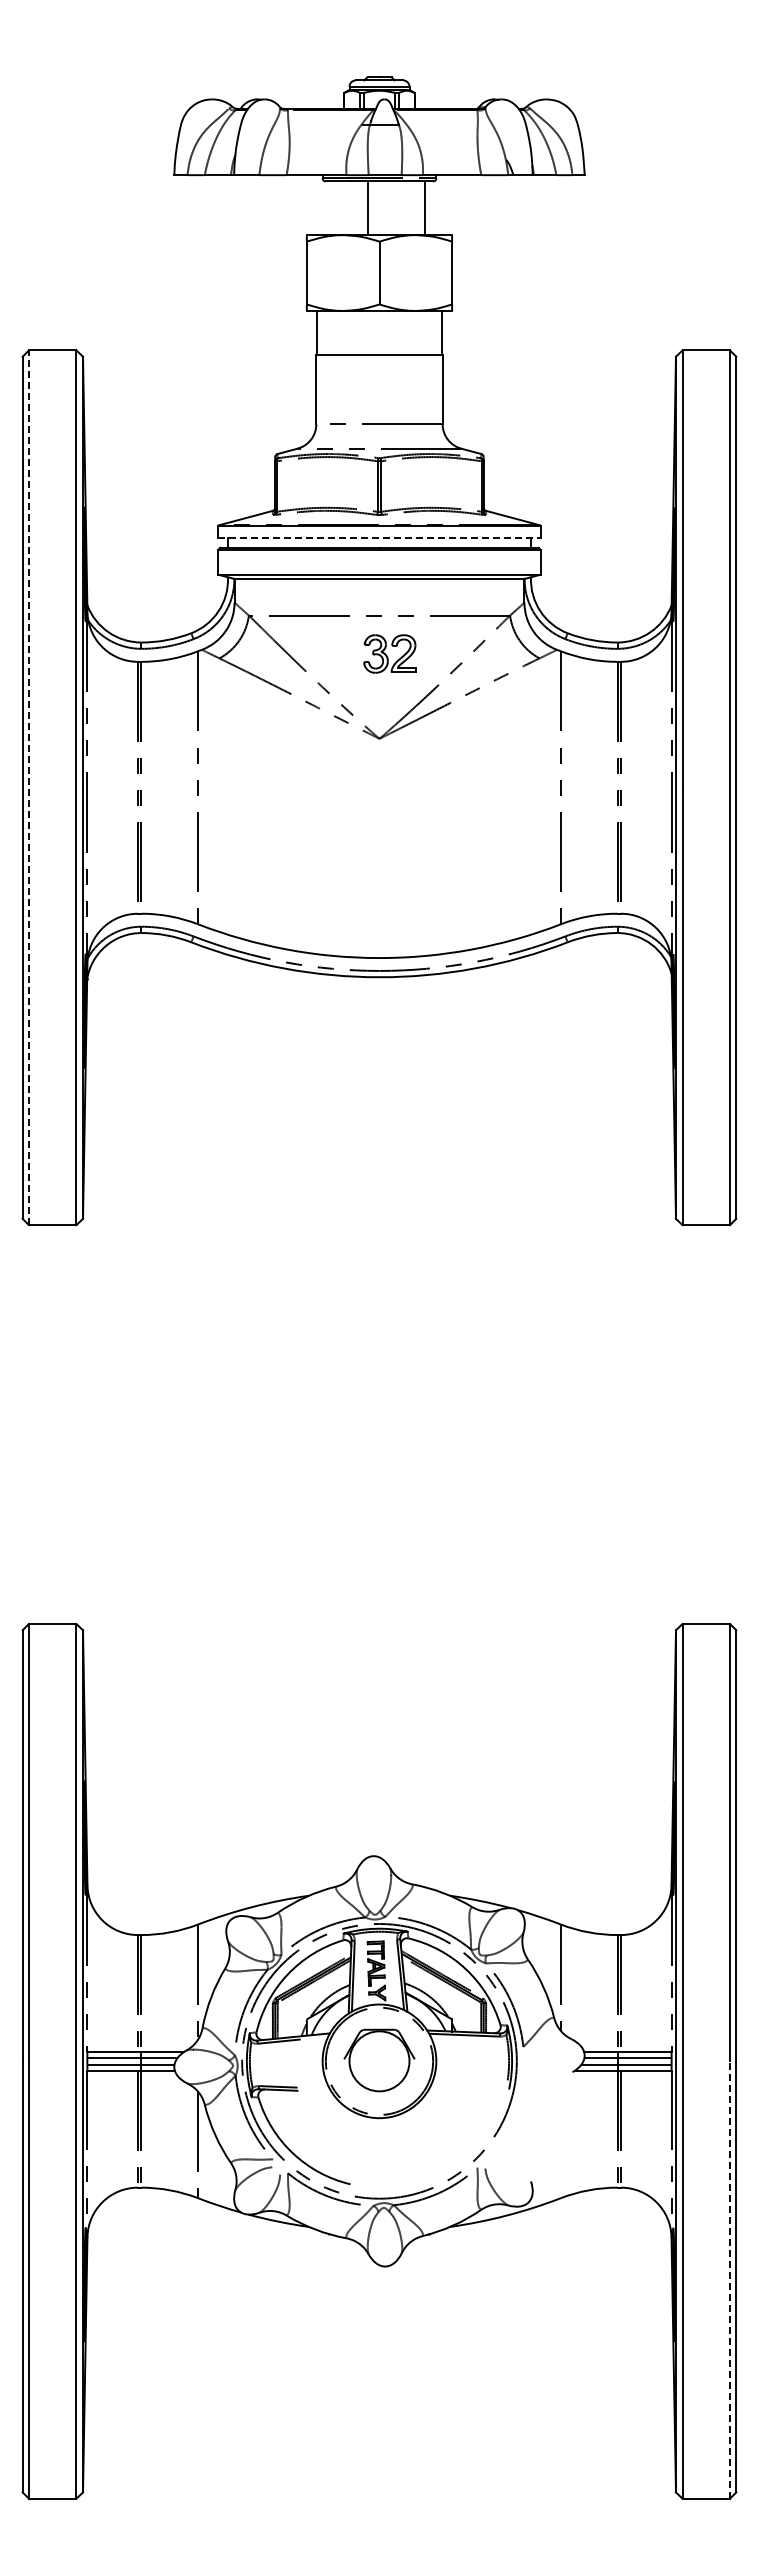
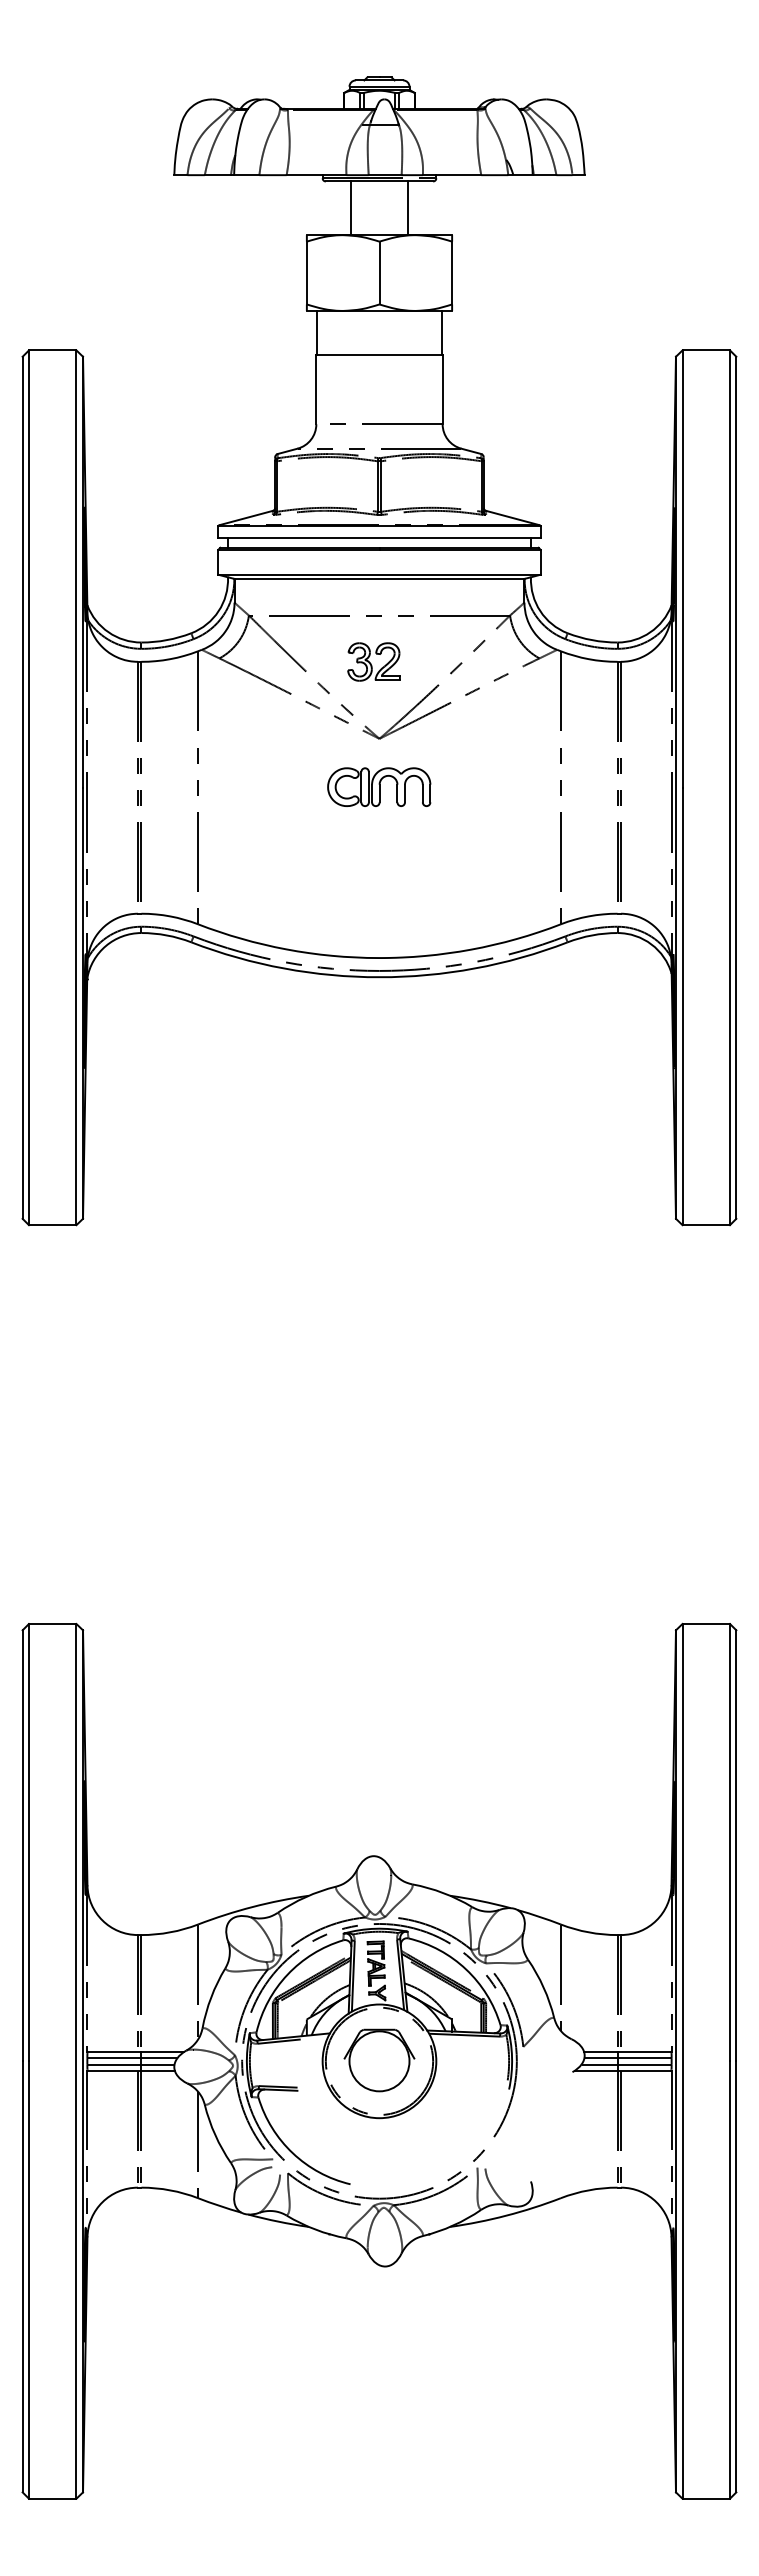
line at (368, 208) position: (368, 208) -> (351, 208)
line at (424, 208) position: (424, 208) -> (407, 208)
line at (379, 538): dashed -> solid
part at (389, 653) position: (389, 653) -> (373, 661)
part at (379, 786): none -> present
line at (28, 787): dashed -> solid
line at (730, 2280): dashed -> solid
